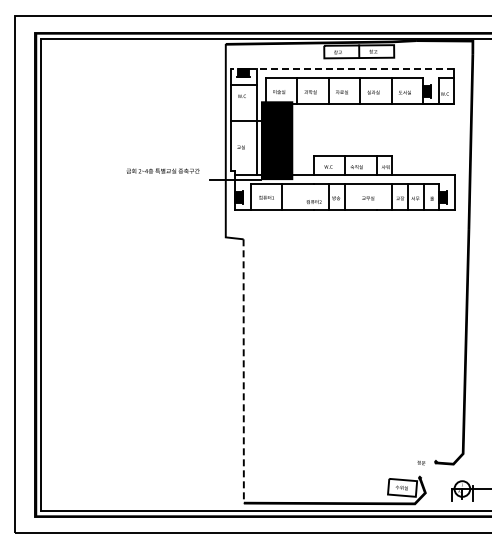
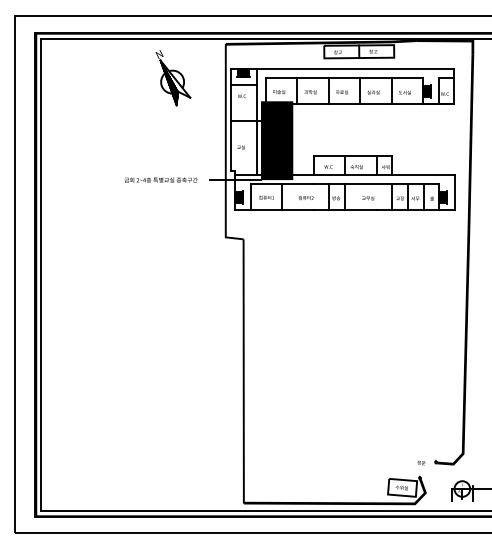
line at (342, 69): dashed -> solid
part at (173, 78): none -> present
text at (162, 170) position: (162, 170) -> (160, 179)
text at (313, 201) position: (313, 201) -> (305, 197)
line at (243, 371): dashed -> solid
